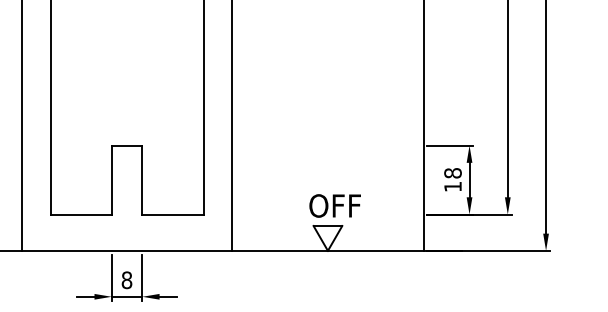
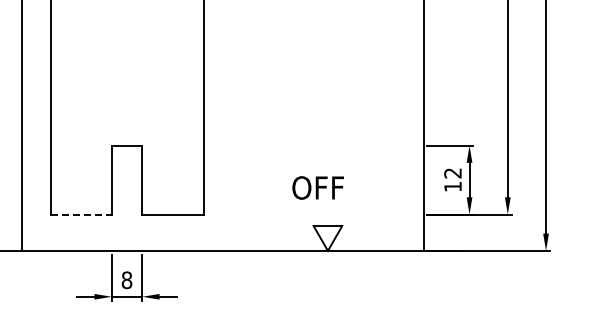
line at (232, 126): present -> none
text at (452, 173): 18 -> 12
text at (334, 205) position: (334, 205) -> (317, 187)
line at (81, 214): solid -> dashed
